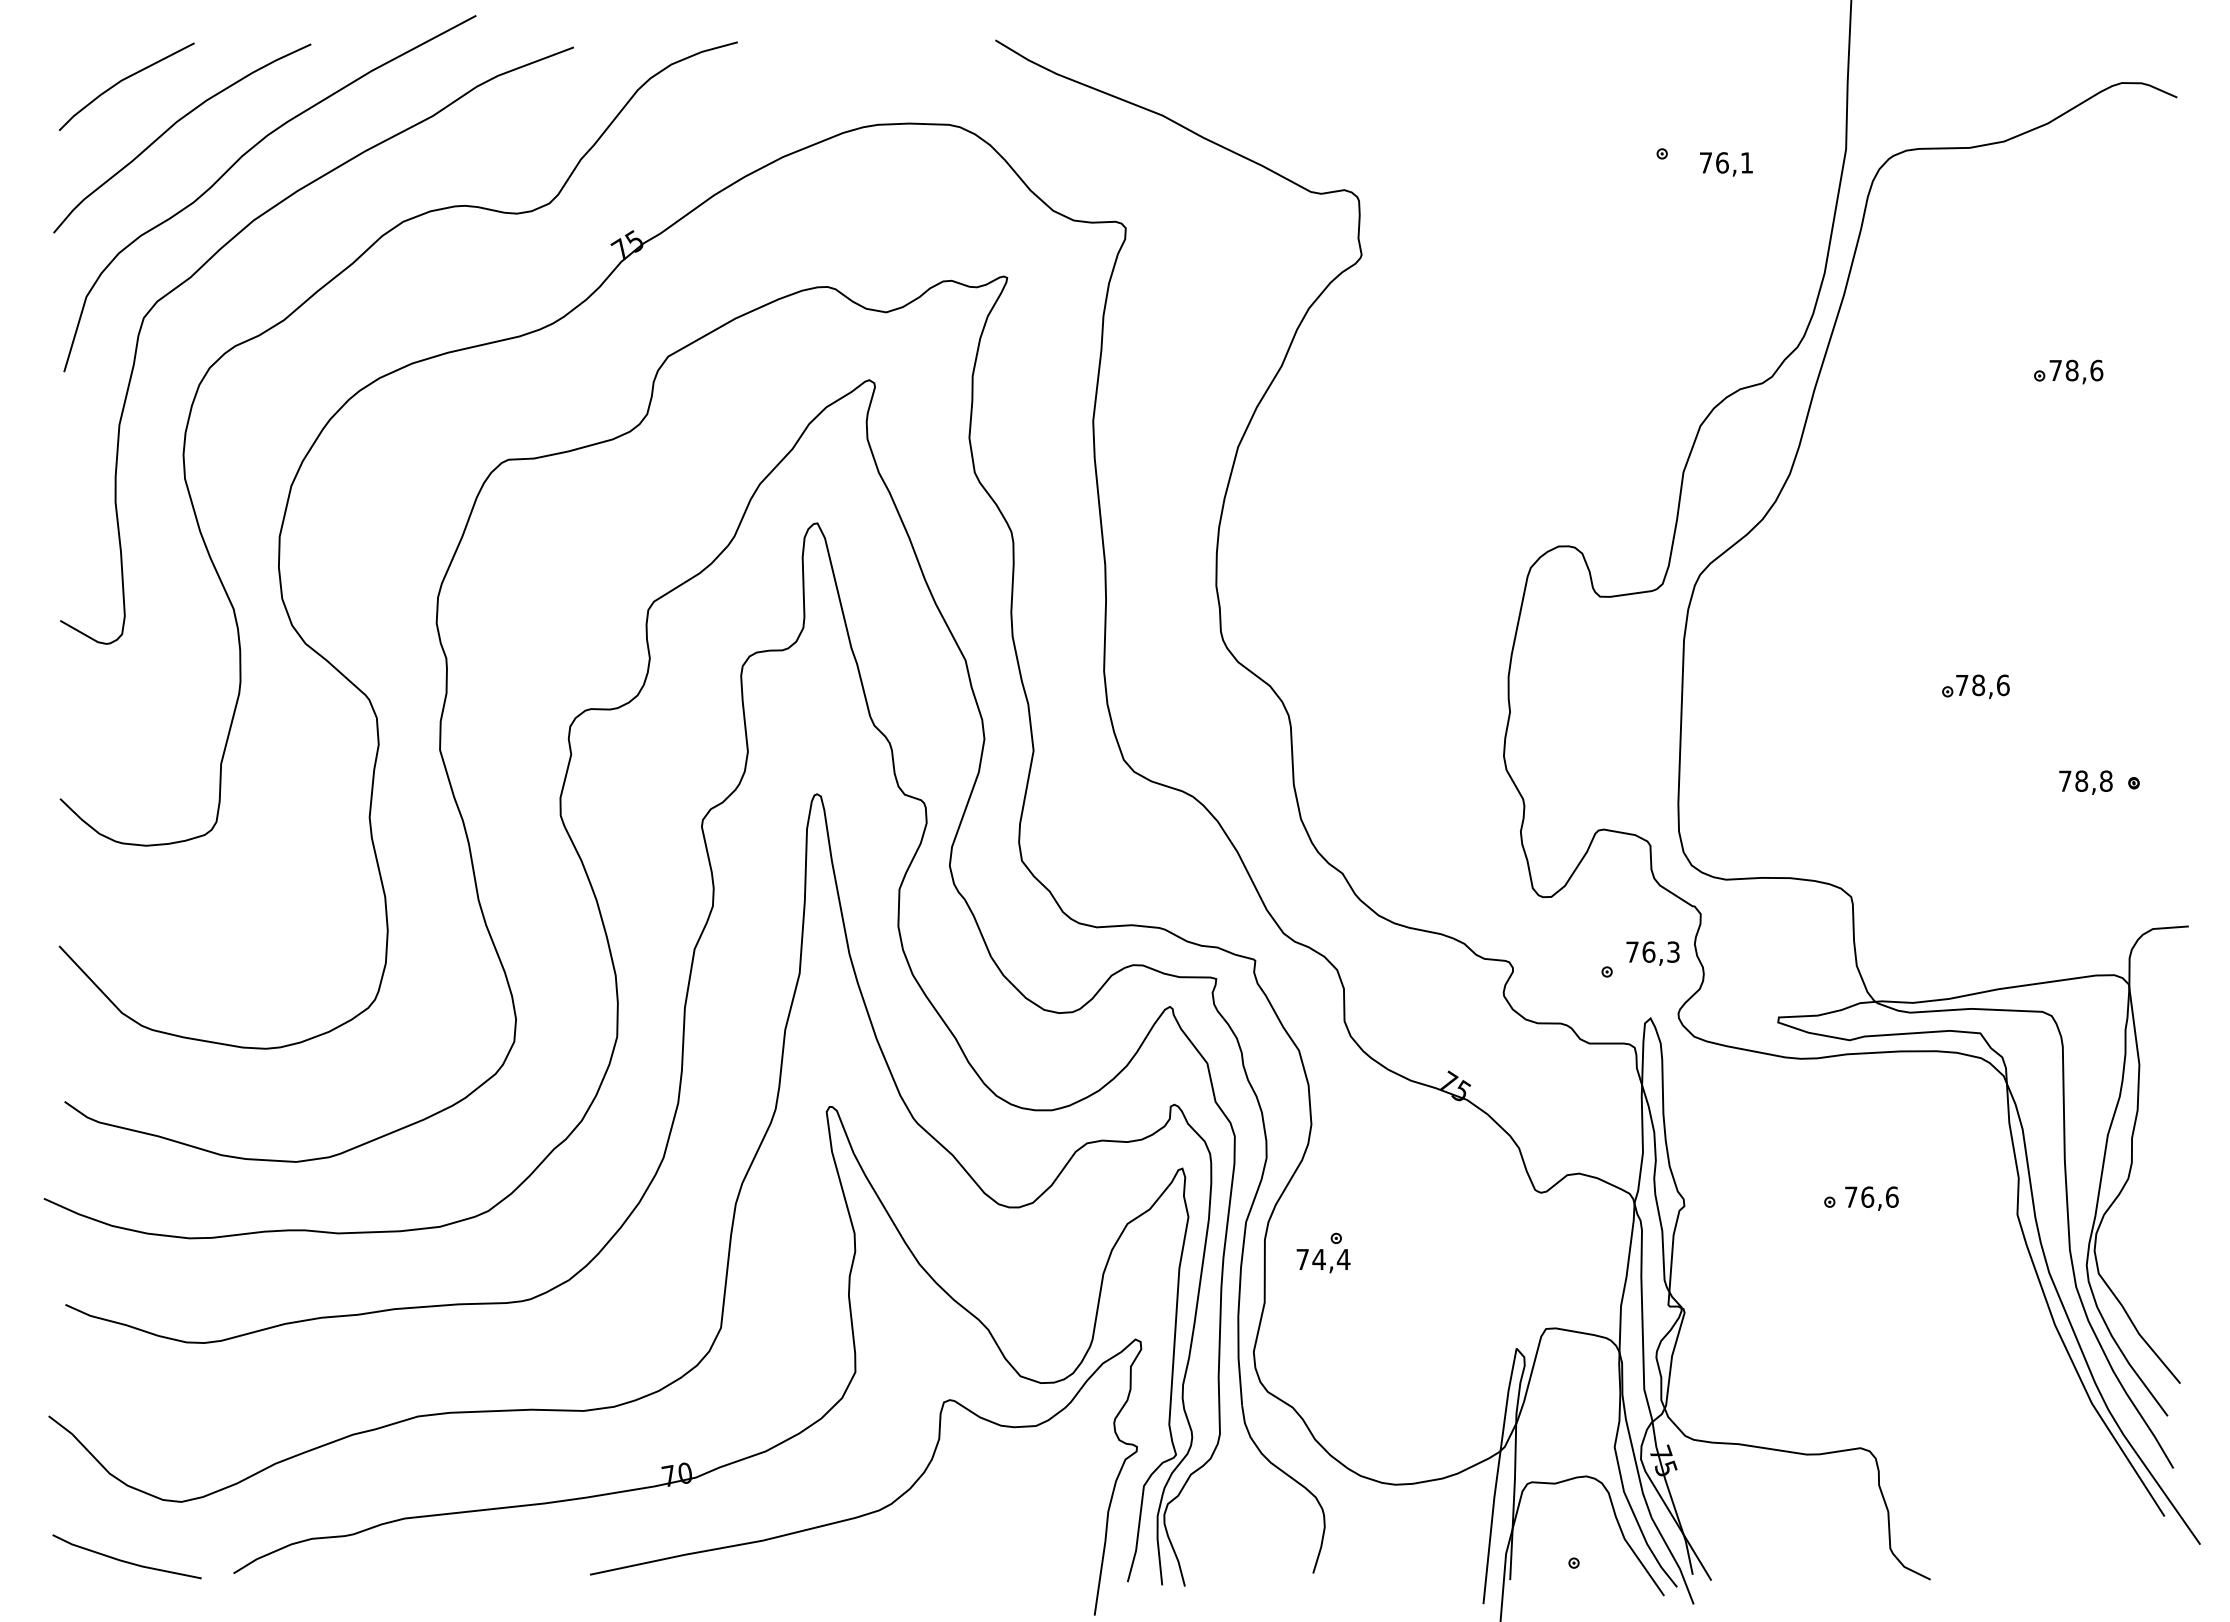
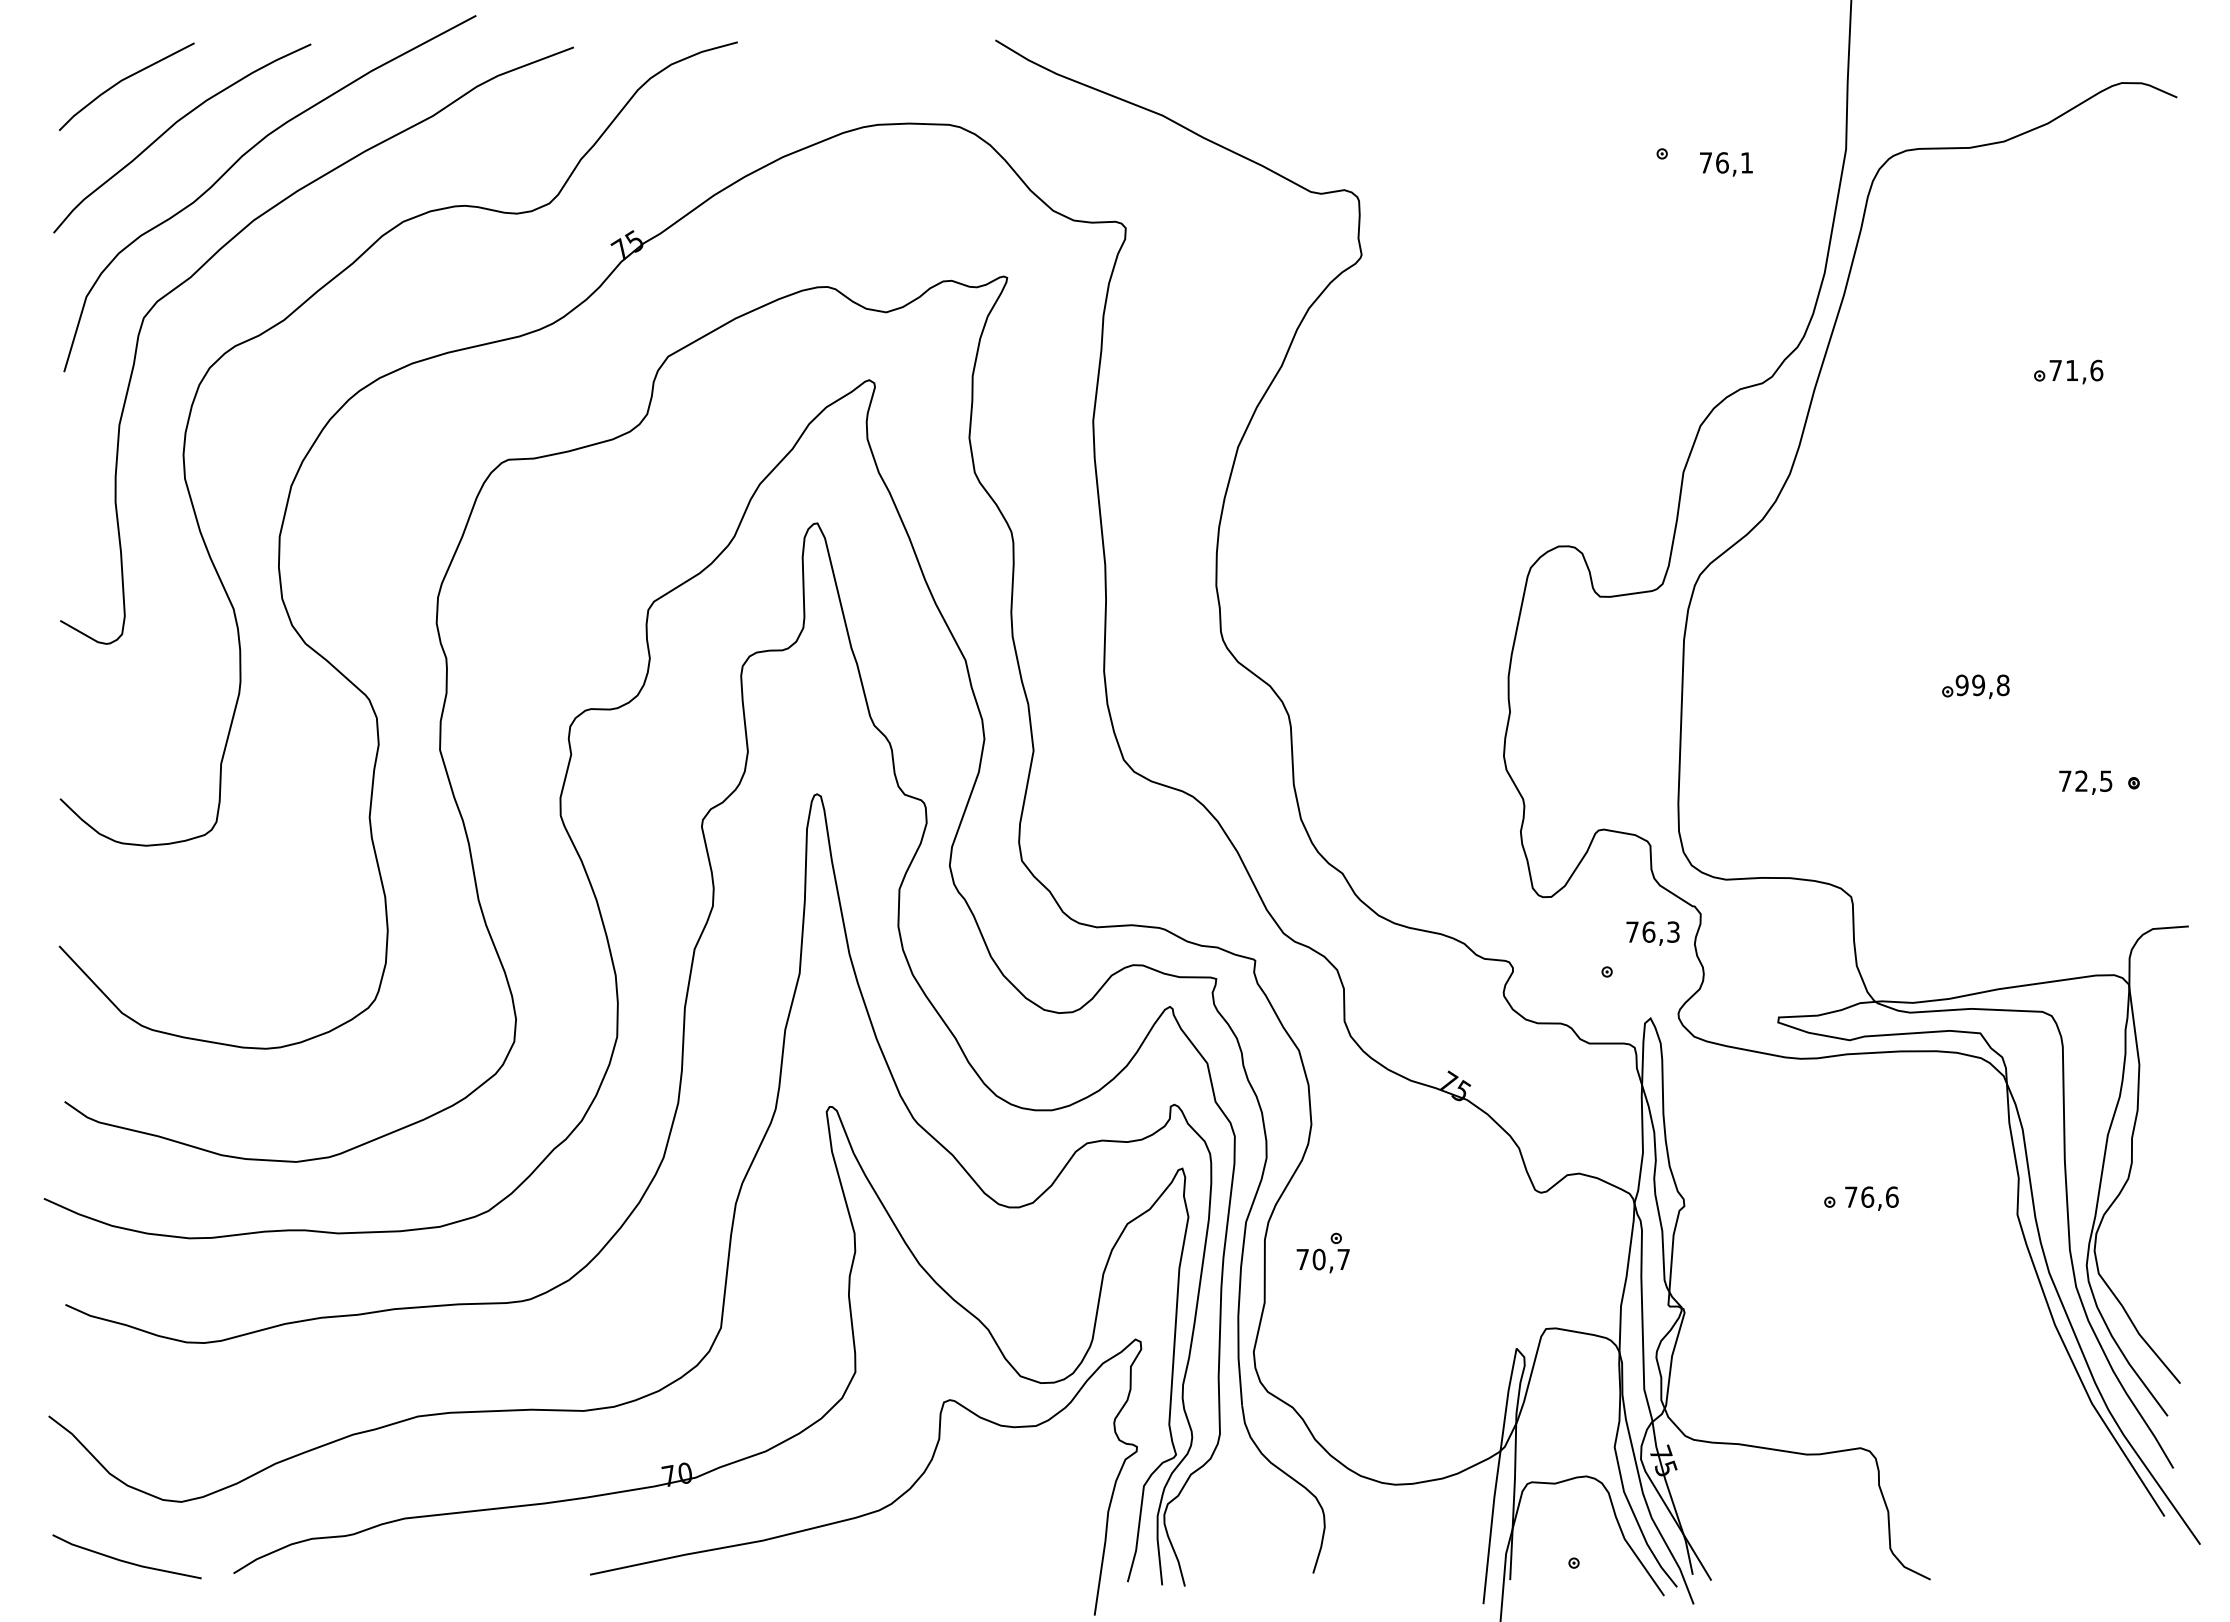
text at (2071, 370): 78,6 -> 71,6
text at (1982, 685): 78,6 -> 99,8
text at (2093, 780): 78,8 -> 72,5
text at (1652, 953) position: (1652, 953) -> (1652, 933)
text at (1331, 1259): 74,4 -> 70,7
